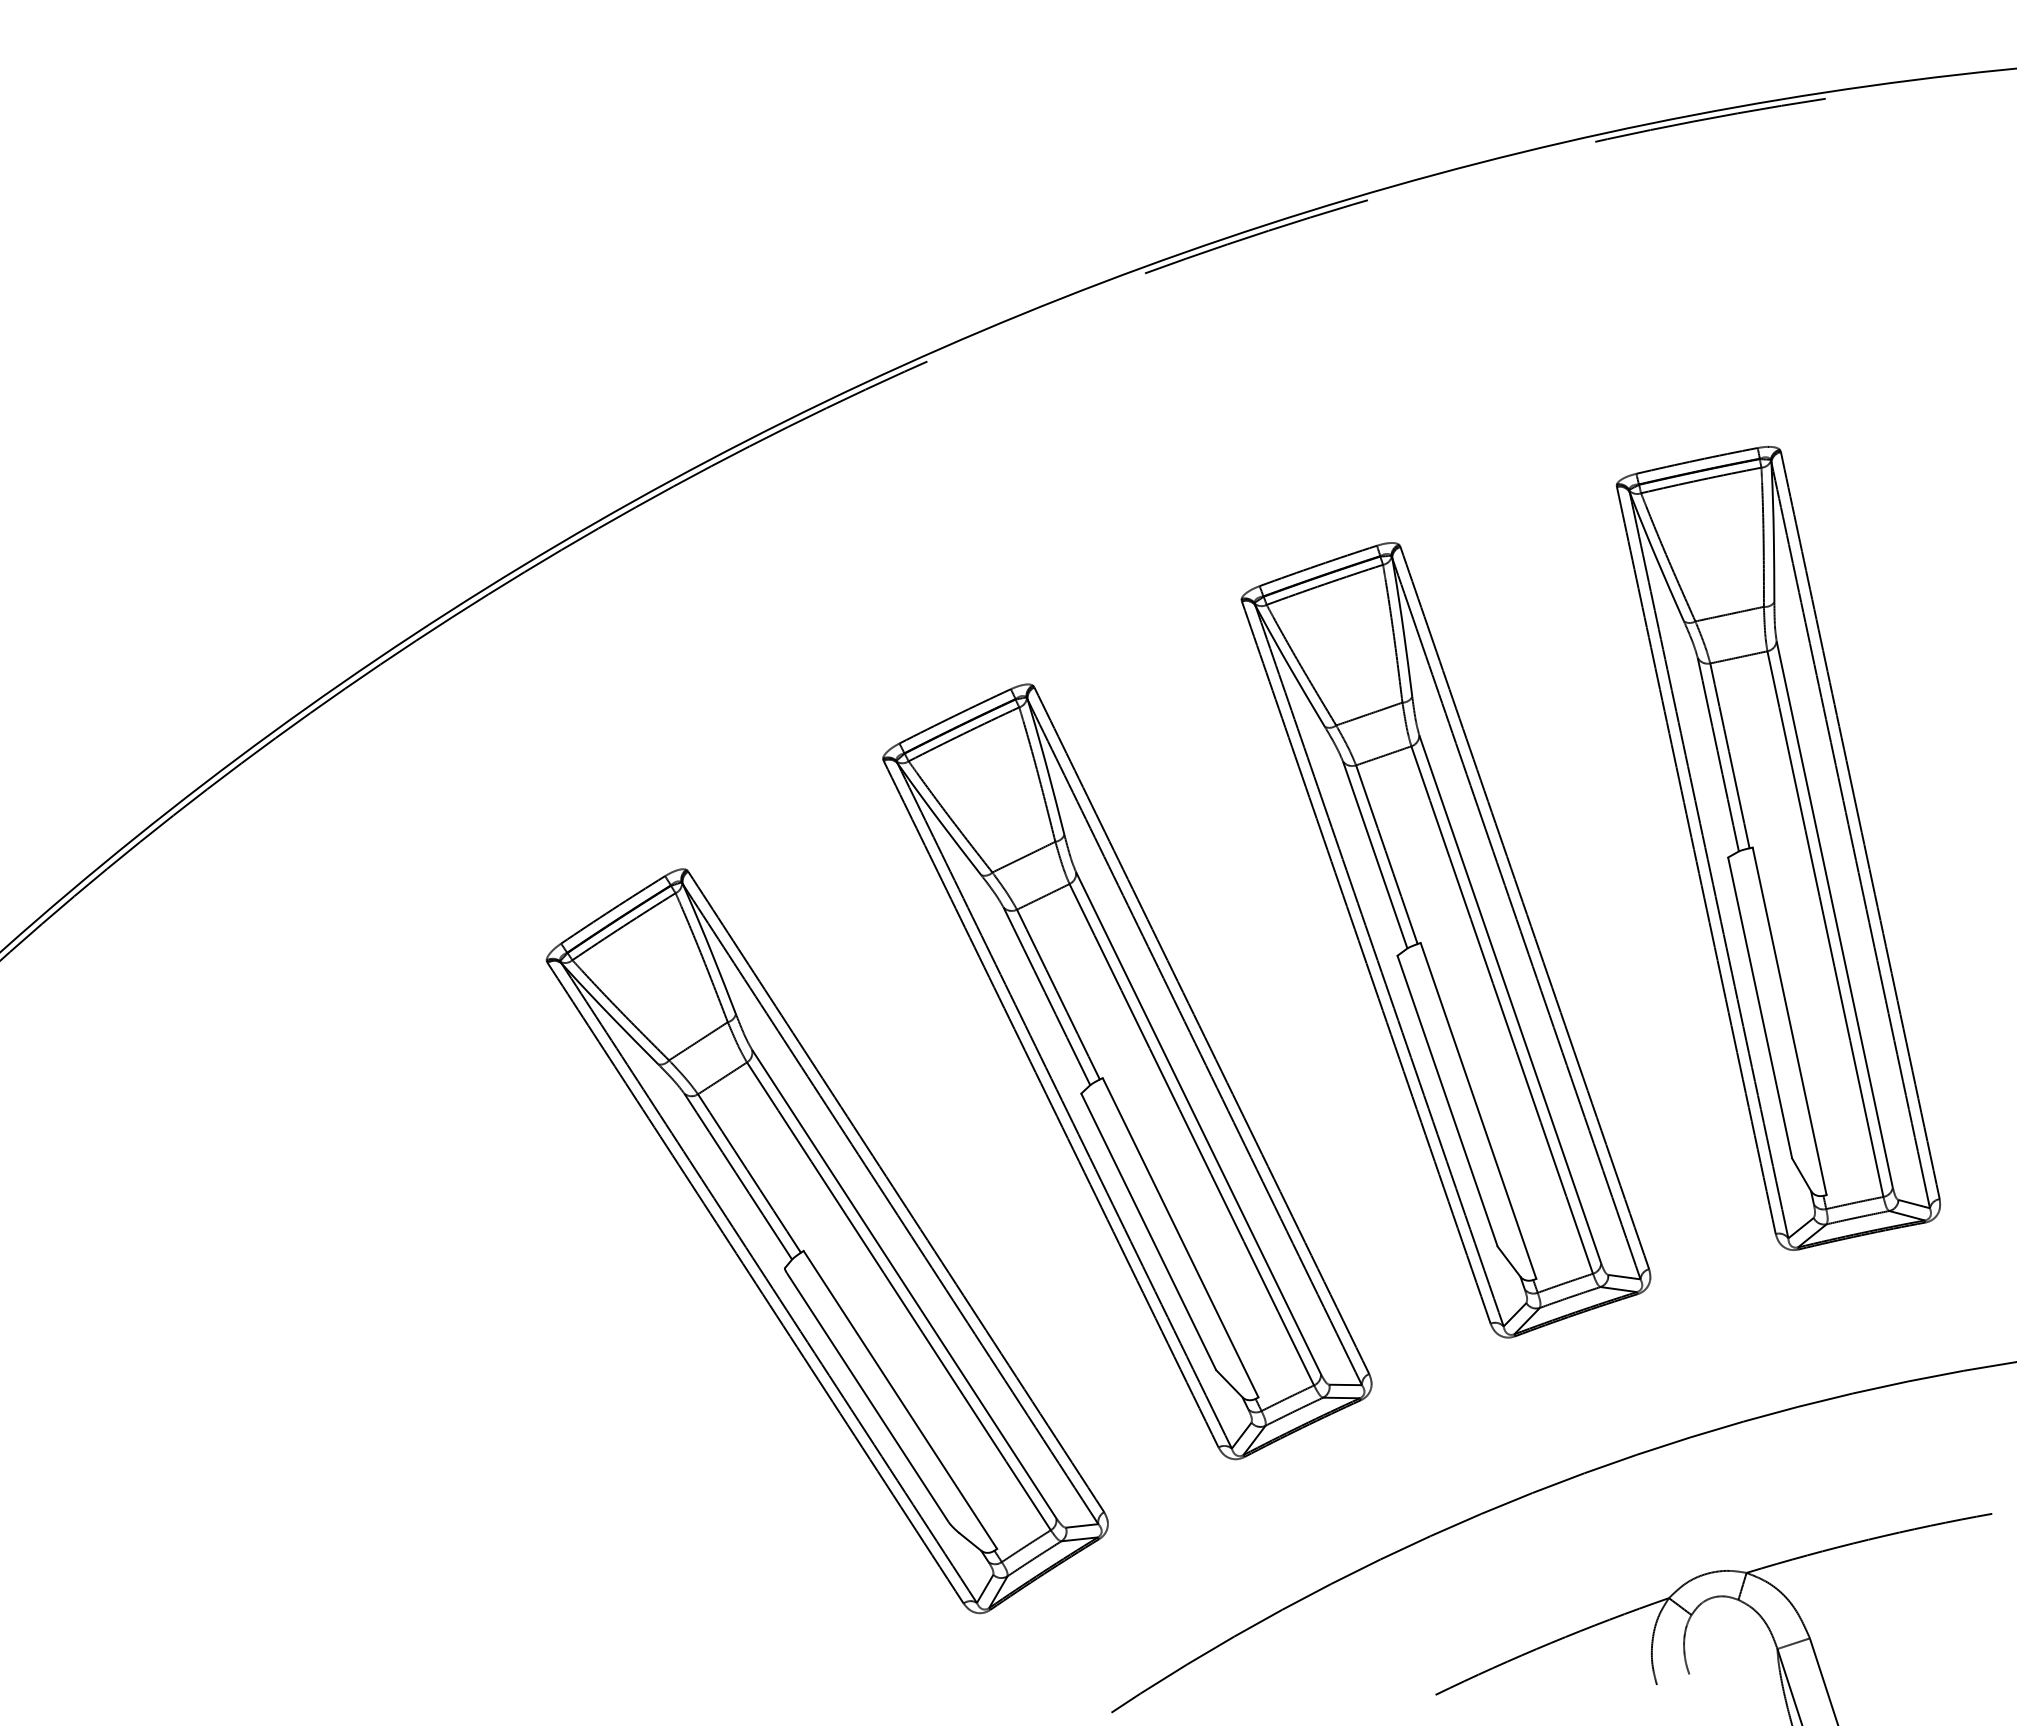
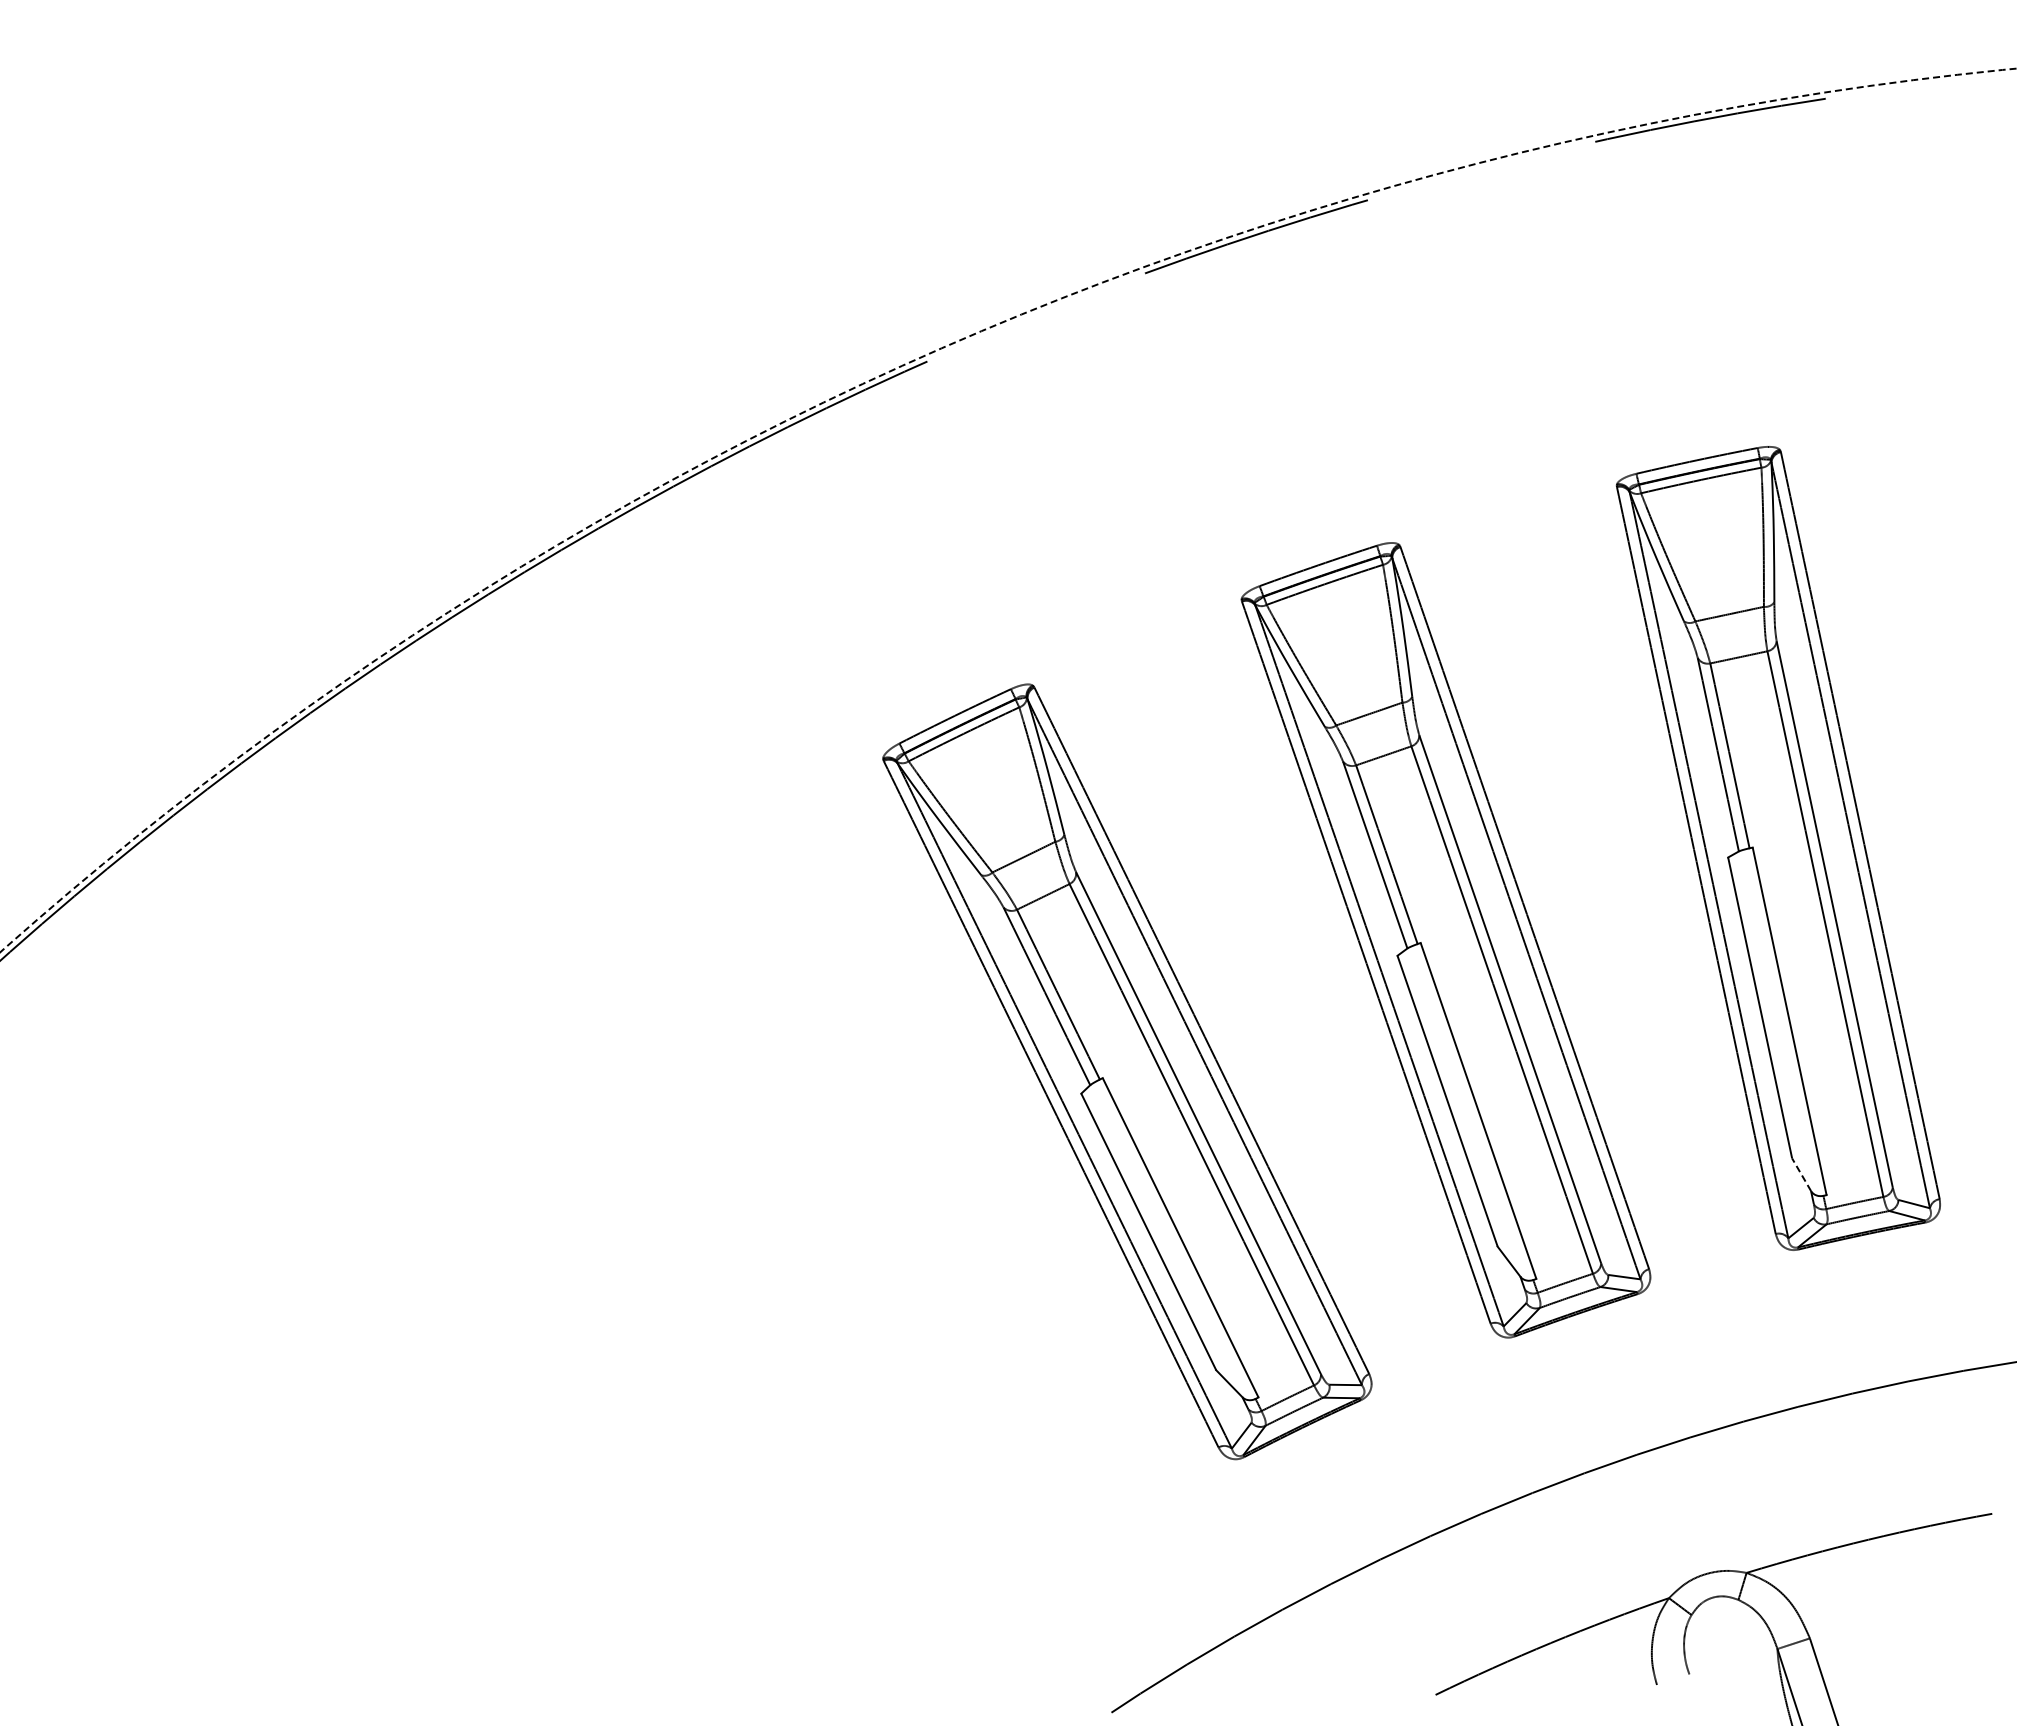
circle at (1008, 510): solid -> dashed
line at (1801, 1174): solid -> dashed
part at (826, 1241): present -> none
